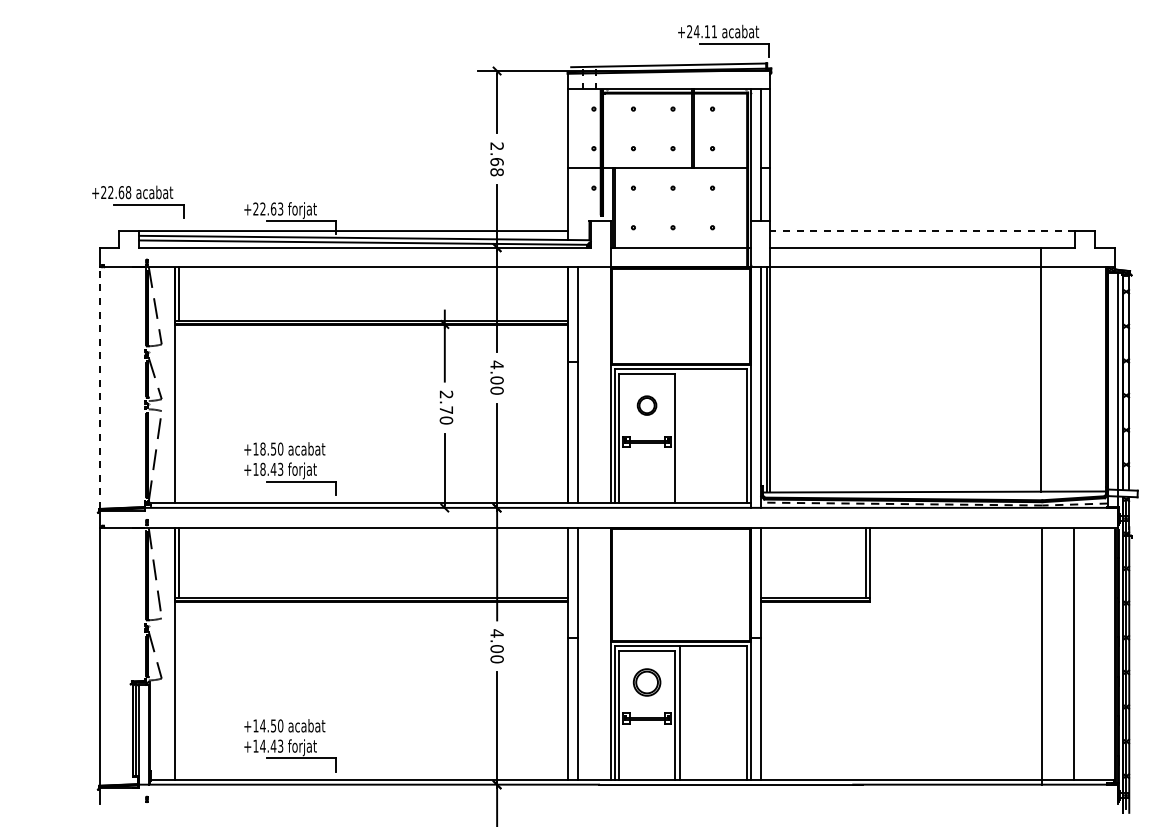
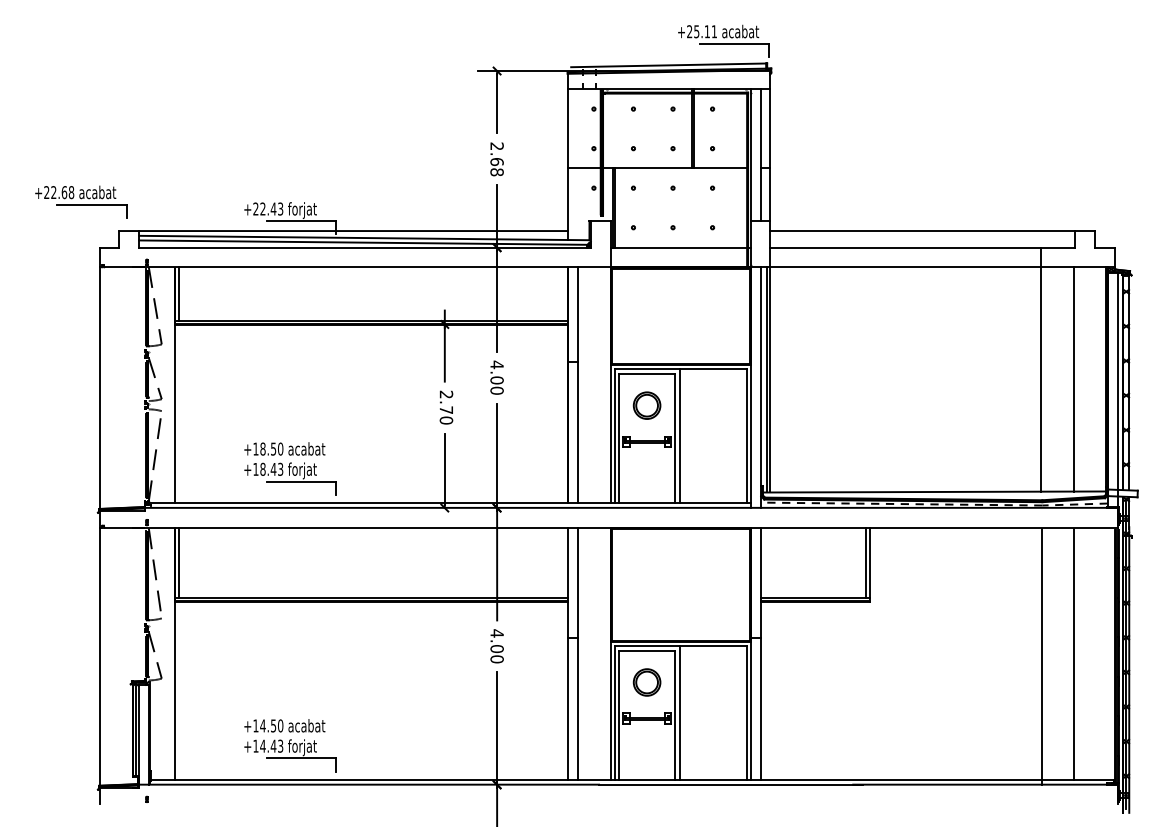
text at (696, 31): +24.11 -> +25.11
part at (138, 201) position: (138, 201) -> (81, 201)
text at (273, 208): +22.63 -> +22.43
line at (922, 231): dashed -> solid
line at (1074, 379): none -> present
line at (99, 388): dashed -> solid
part at (646, 405) size: 22x21 px -> 30x29 px
line at (679, 436): none -> present
